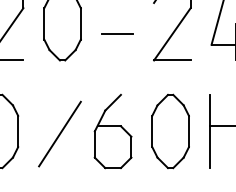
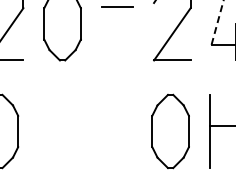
line at (217, 22): solid -> dashed
line at (117, 33) position: (117, 33) -> (117, 6)
part at (112, 131): present -> none
line at (59, 133): present -> none
